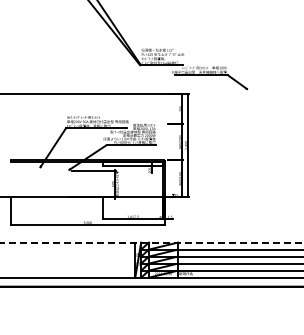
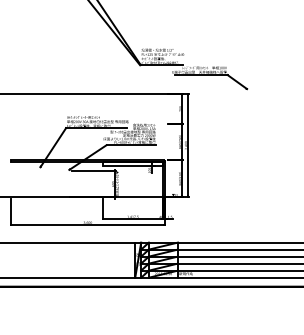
line at (152, 242): dashed -> solid
